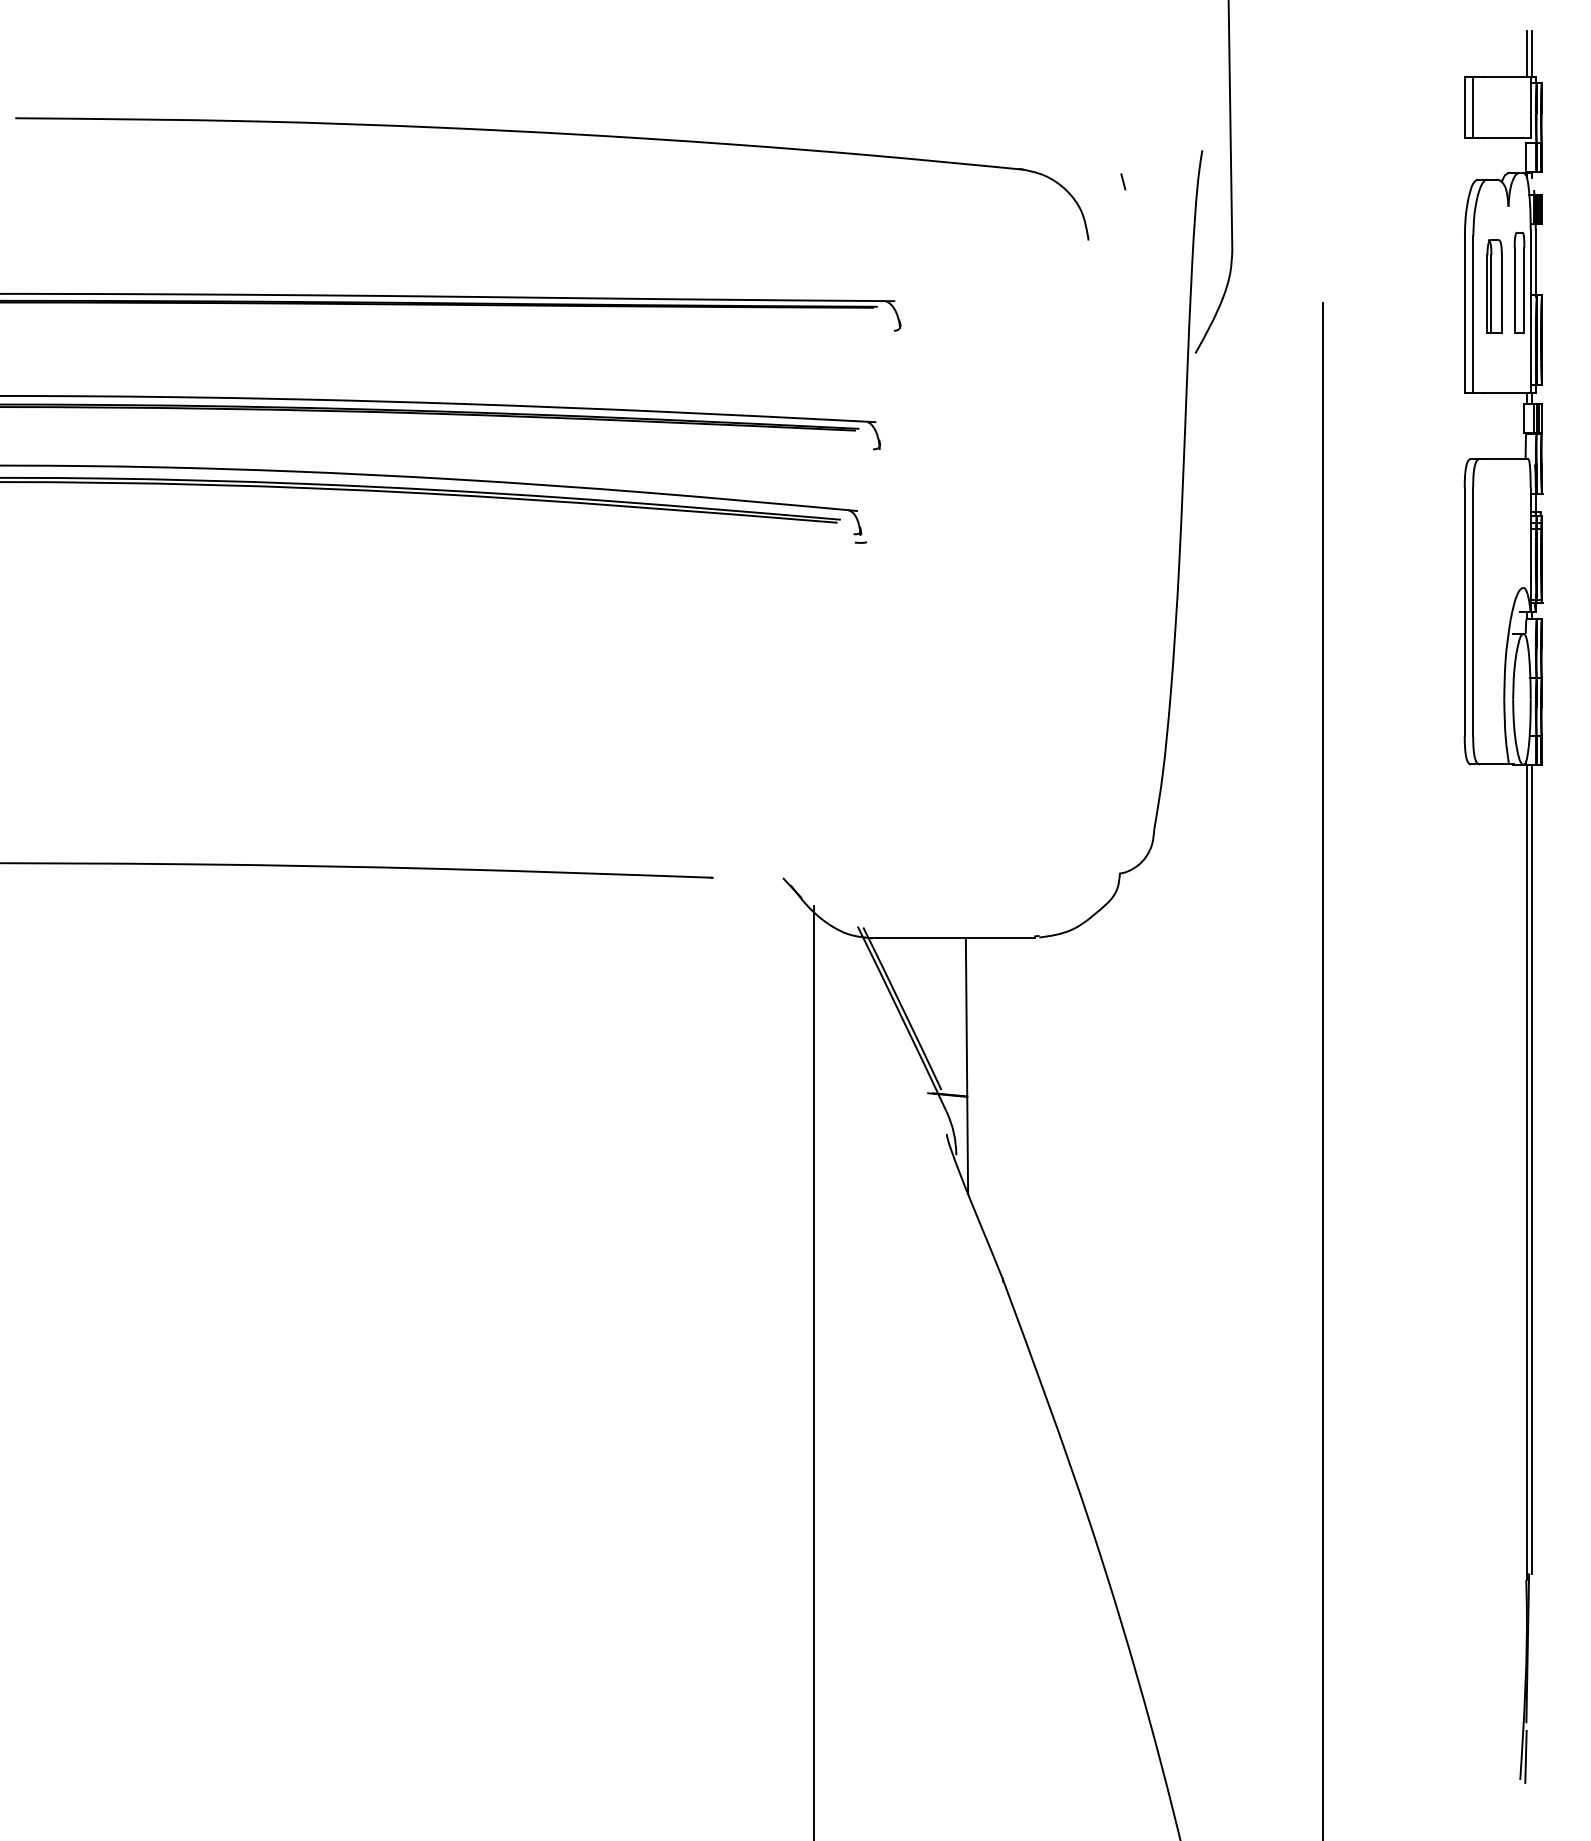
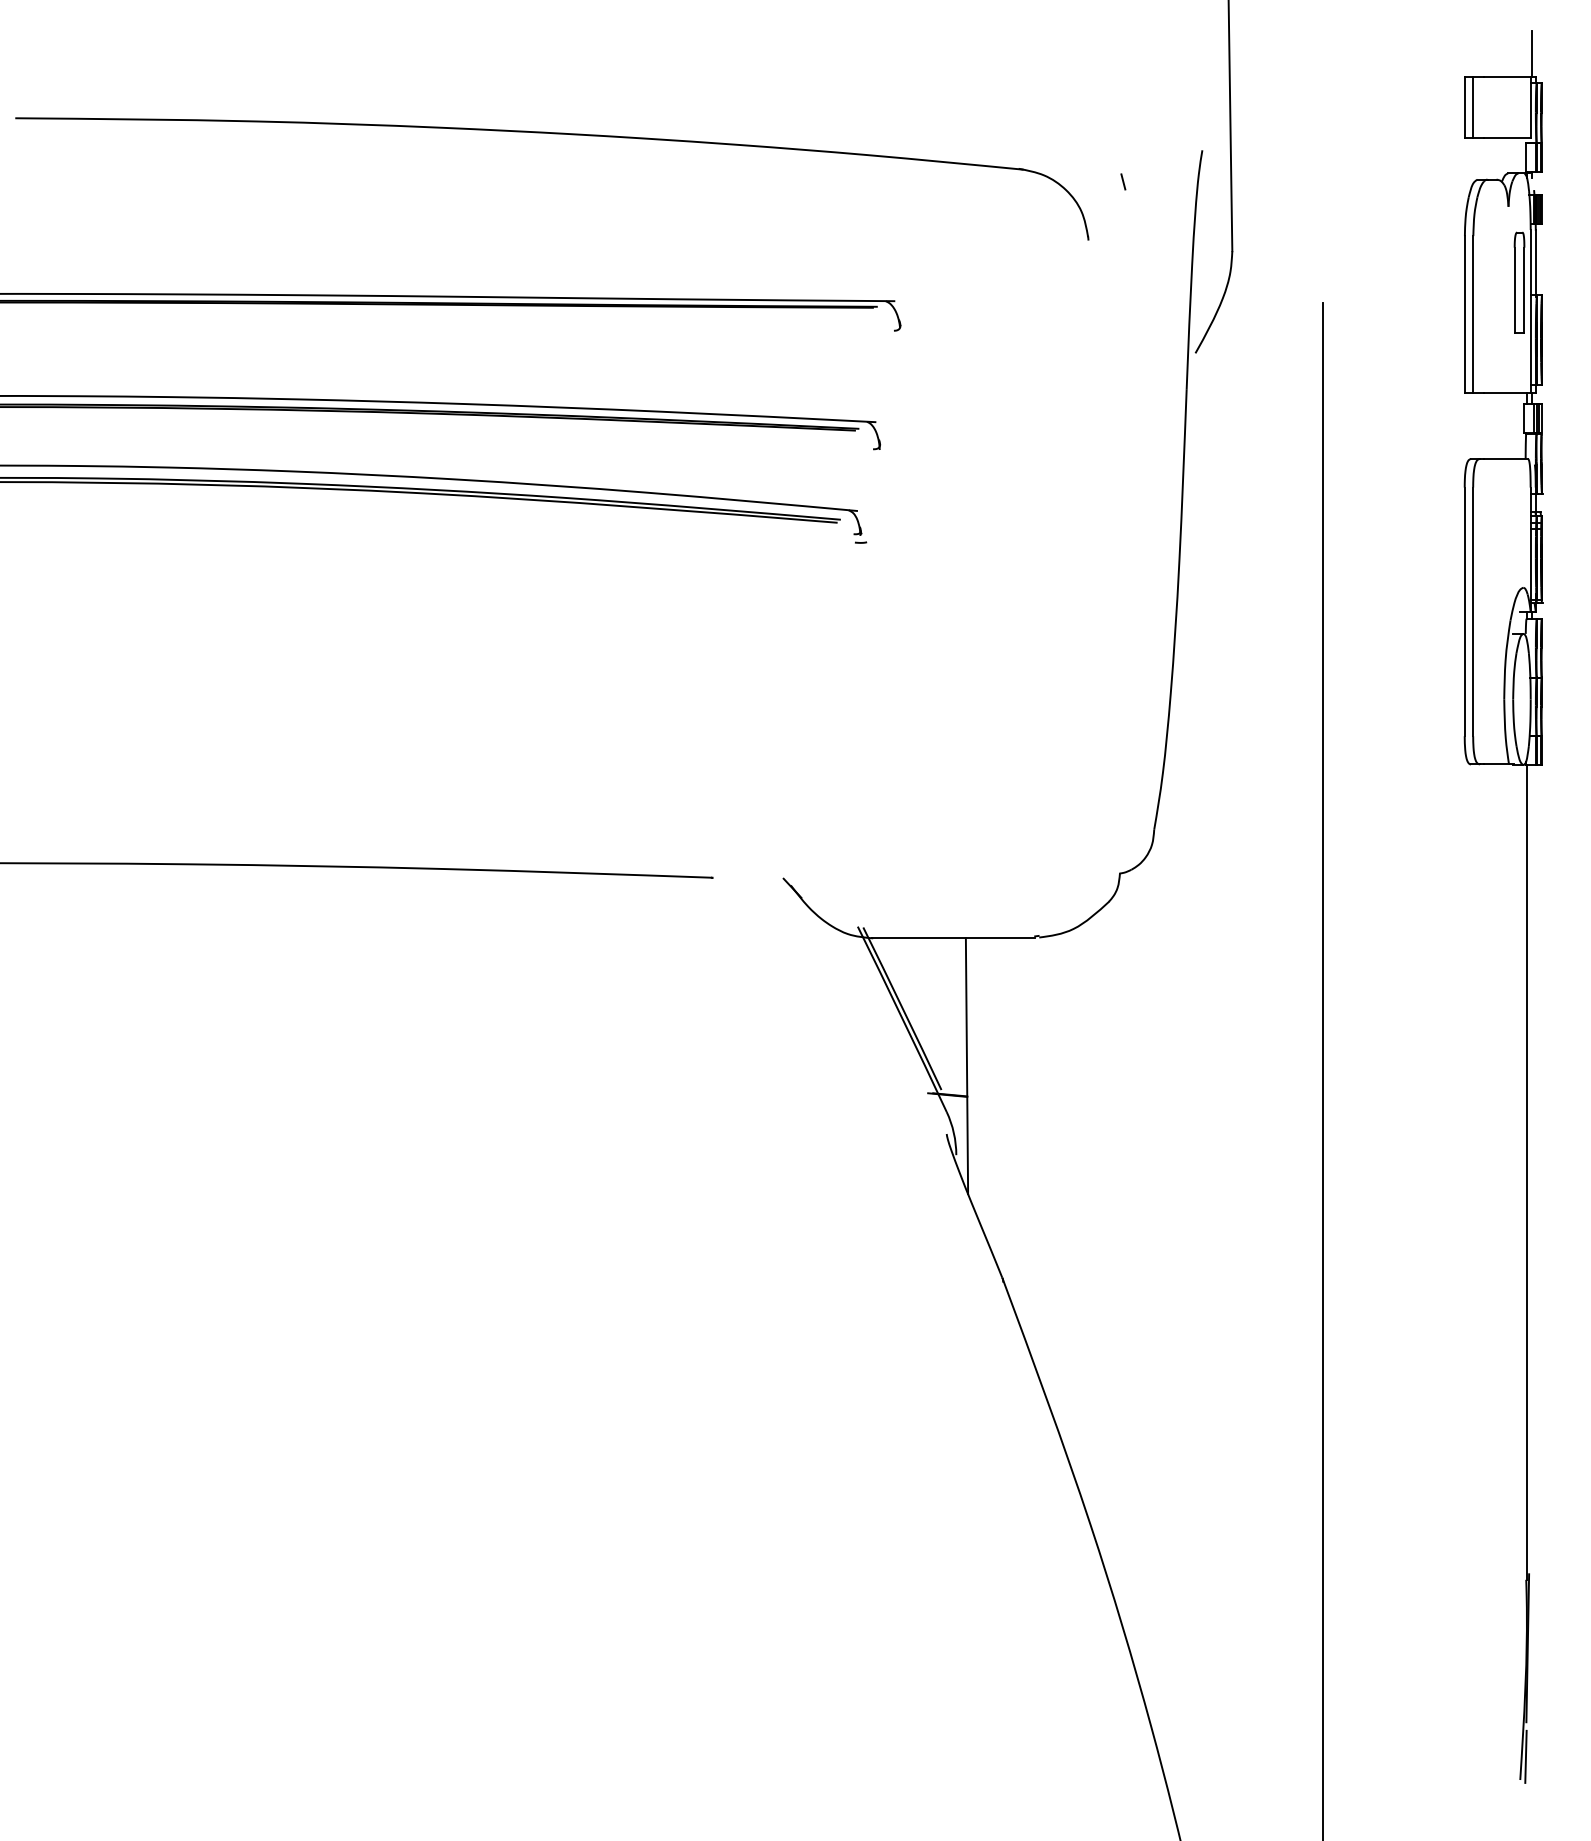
line at (1526, 54): present -> none
part at (1494, 286): present -> none
line at (1531, 1169): present -> none
line at (813, 1371): present -> none
